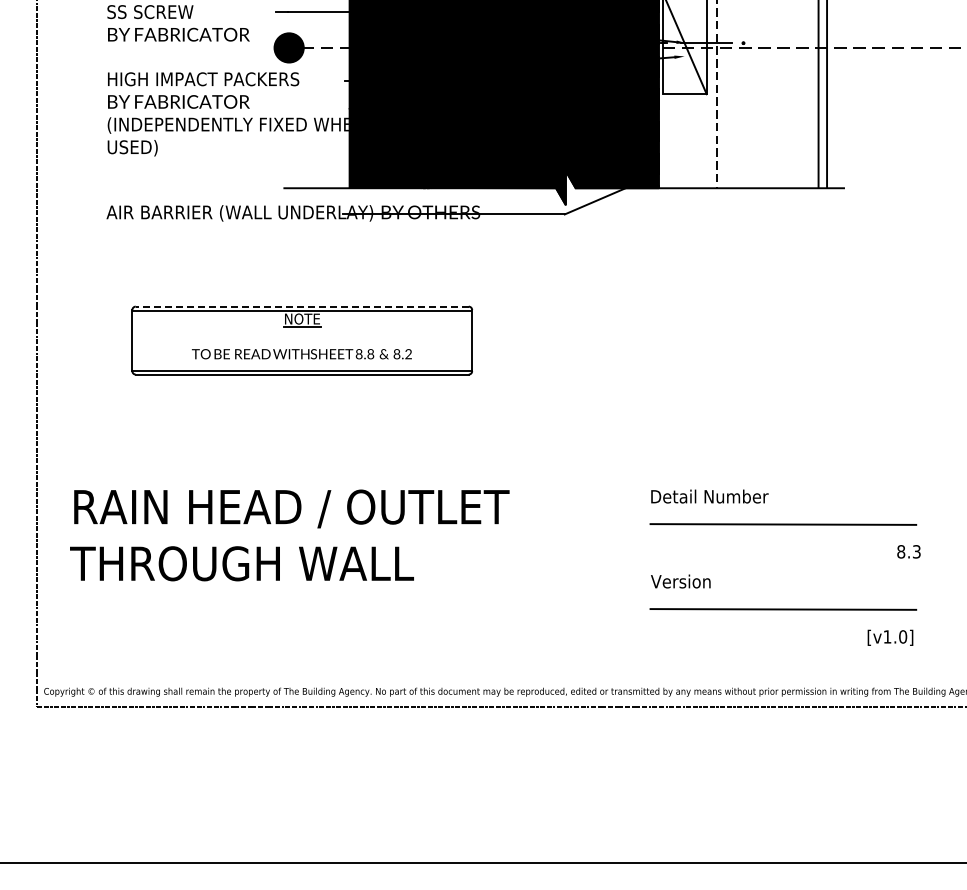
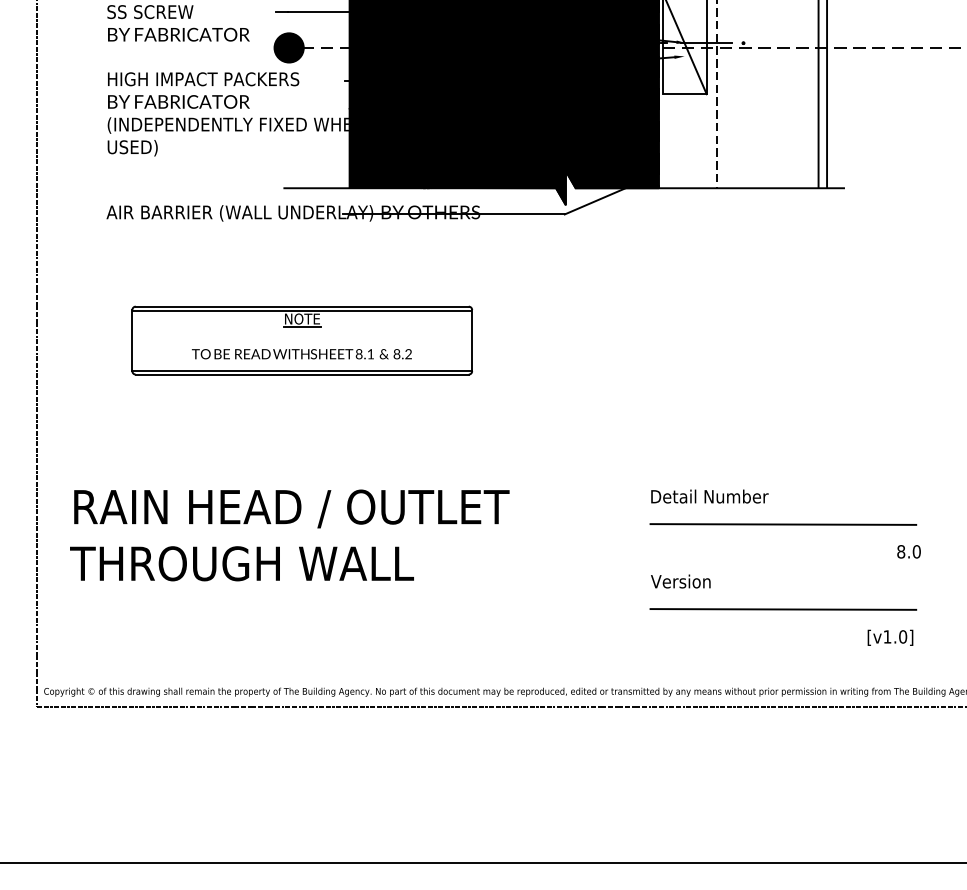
line at (302, 306): dashed -> solid
text at (370, 354): 8.8 -> 8.1
text at (916, 551): 8.3 -> 8.0
